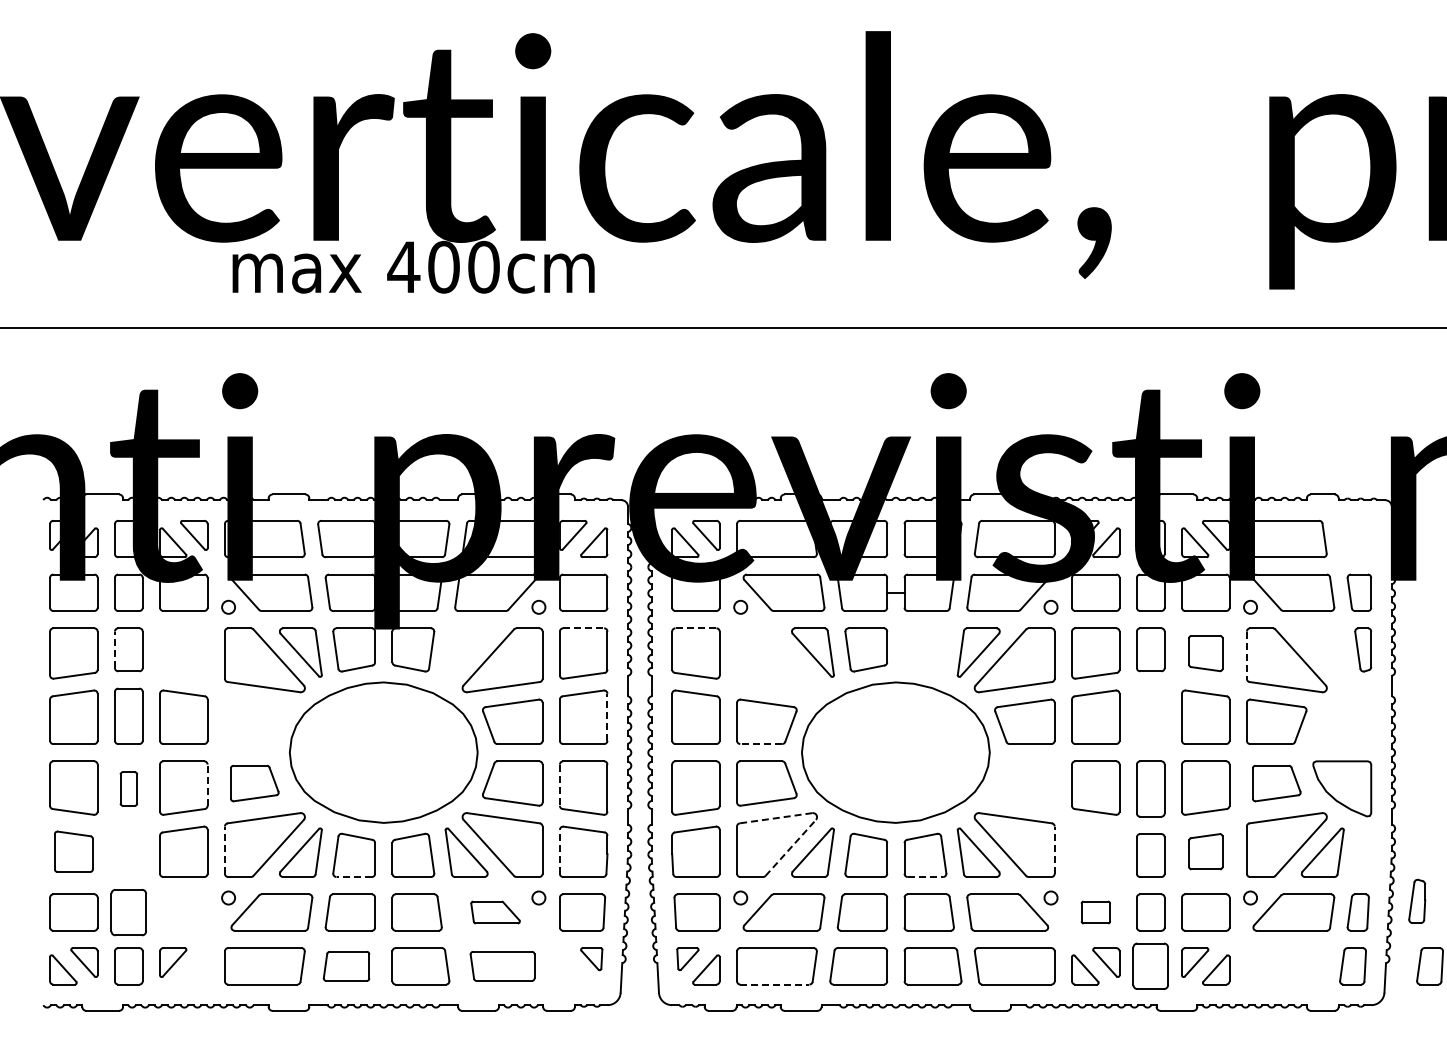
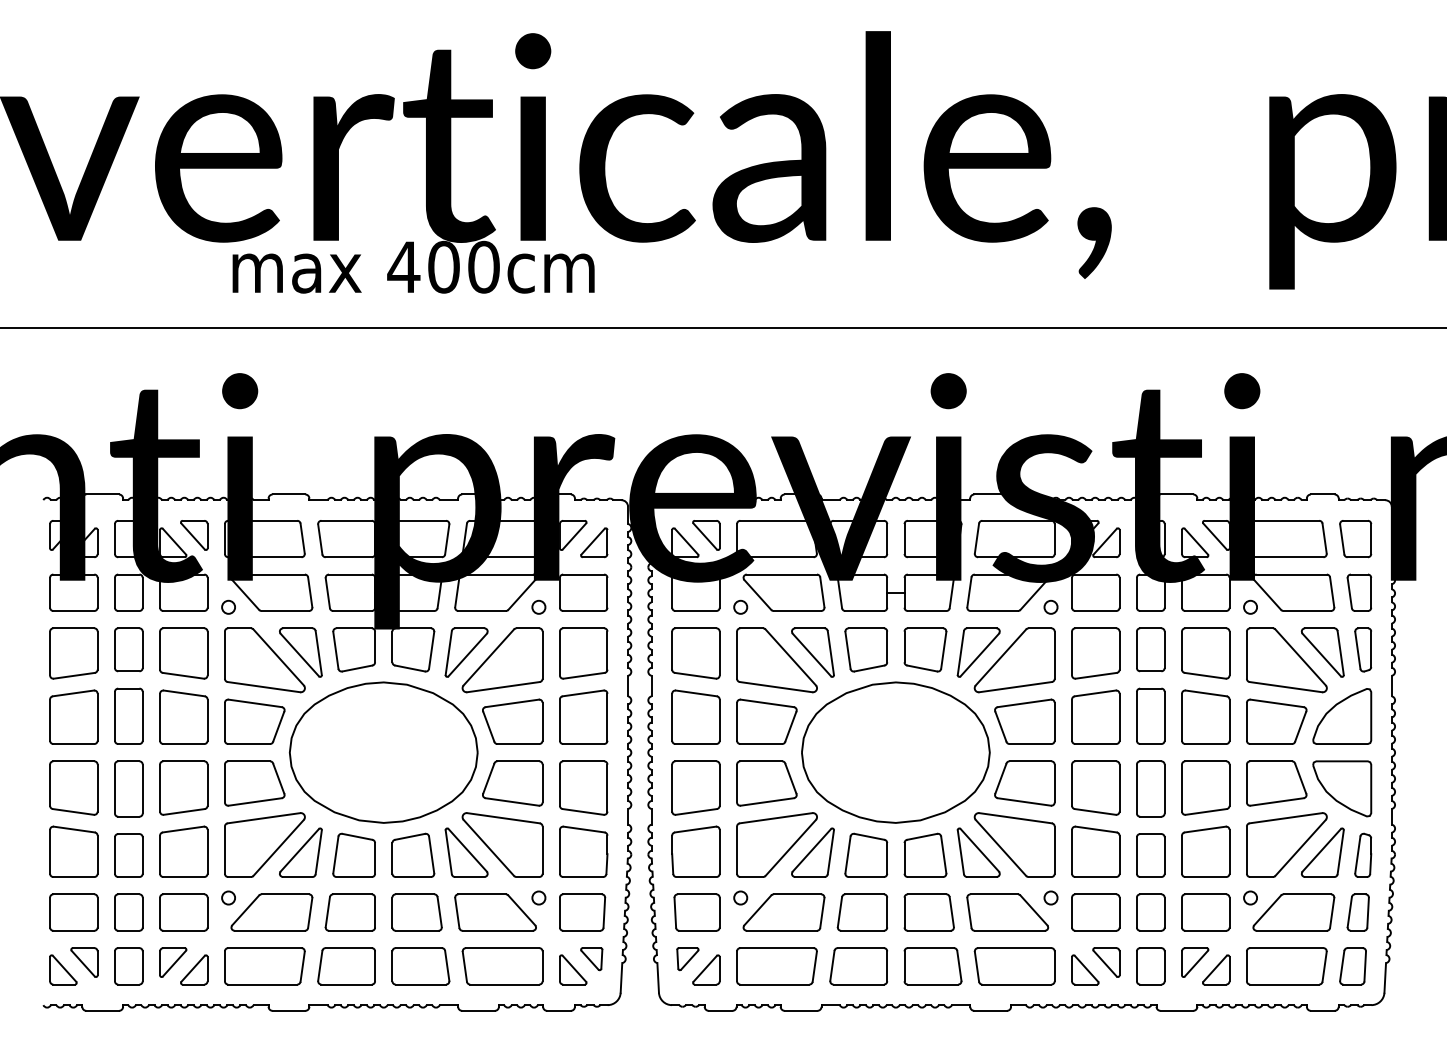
part at (1355, 539): none -> present
line at (583, 628): dashed -> solid
line at (695, 628): dashed -> solid
line at (114, 649): dashed -> solid
part at (925, 649): none -> present
part at (466, 652): none -> present
part at (1322, 652): none -> present
part at (183, 653): none -> present
part at (1205, 653) size: 36x38 px -> 50x53 px
line at (1246, 655): dashed -> solid
part at (776, 660): none -> present
part at (1150, 715): none -> present
line at (607, 716): dashed -> solid
part at (1342, 716): none -> present
part at (254, 721): none -> present
line at (761, 744): dashed -> solid
part at (254, 783) size: 50x38 px -> 62x47 px
part at (1024, 783): none -> present
part at (1276, 783) size: 50x38 px -> 62x47 px
line at (207, 785): dashed -> solid
line at (559, 785): dashed -> solid
part at (128, 788) size: 19x36 px -> 30x58 px
line at (776, 818): dashed -> solid
line at (790, 847): dashed -> solid
line at (224, 850): dashed -> solid
line at (1054, 850): dashed -> solid
part at (73, 851) size: 40x43 px -> 50x53 px
line at (559, 851): dashed -> solid
part at (1095, 851): none -> present
part at (1205, 851) size: 36x38 px -> 50x53 px
part at (128, 855): none -> present
line at (354, 877): dashed -> solid
line at (925, 877): dashed -> solid
part at (1417, 900) position: (1417, 900) -> (1363, 854)
part at (128, 912) size: 37x48 px -> 30x39 px
part at (183, 912): none -> present
part at (495, 912) size: 51x25 px -> 83x39 px
part at (1095, 912) size: 31x25 px -> 50x39 px
part at (1150, 965) size: 37x48 px -> 30x39 px
part at (346, 966) size: 49x31 px -> 59x39 px
part at (502, 966) size: 67x31 px -> 83x39 px
part at (1286, 966): none -> present
part at (1429, 966): present -> none
part at (194, 969): none -> present
part at (573, 969): none -> present
line at (774, 984): dashed -> solid
